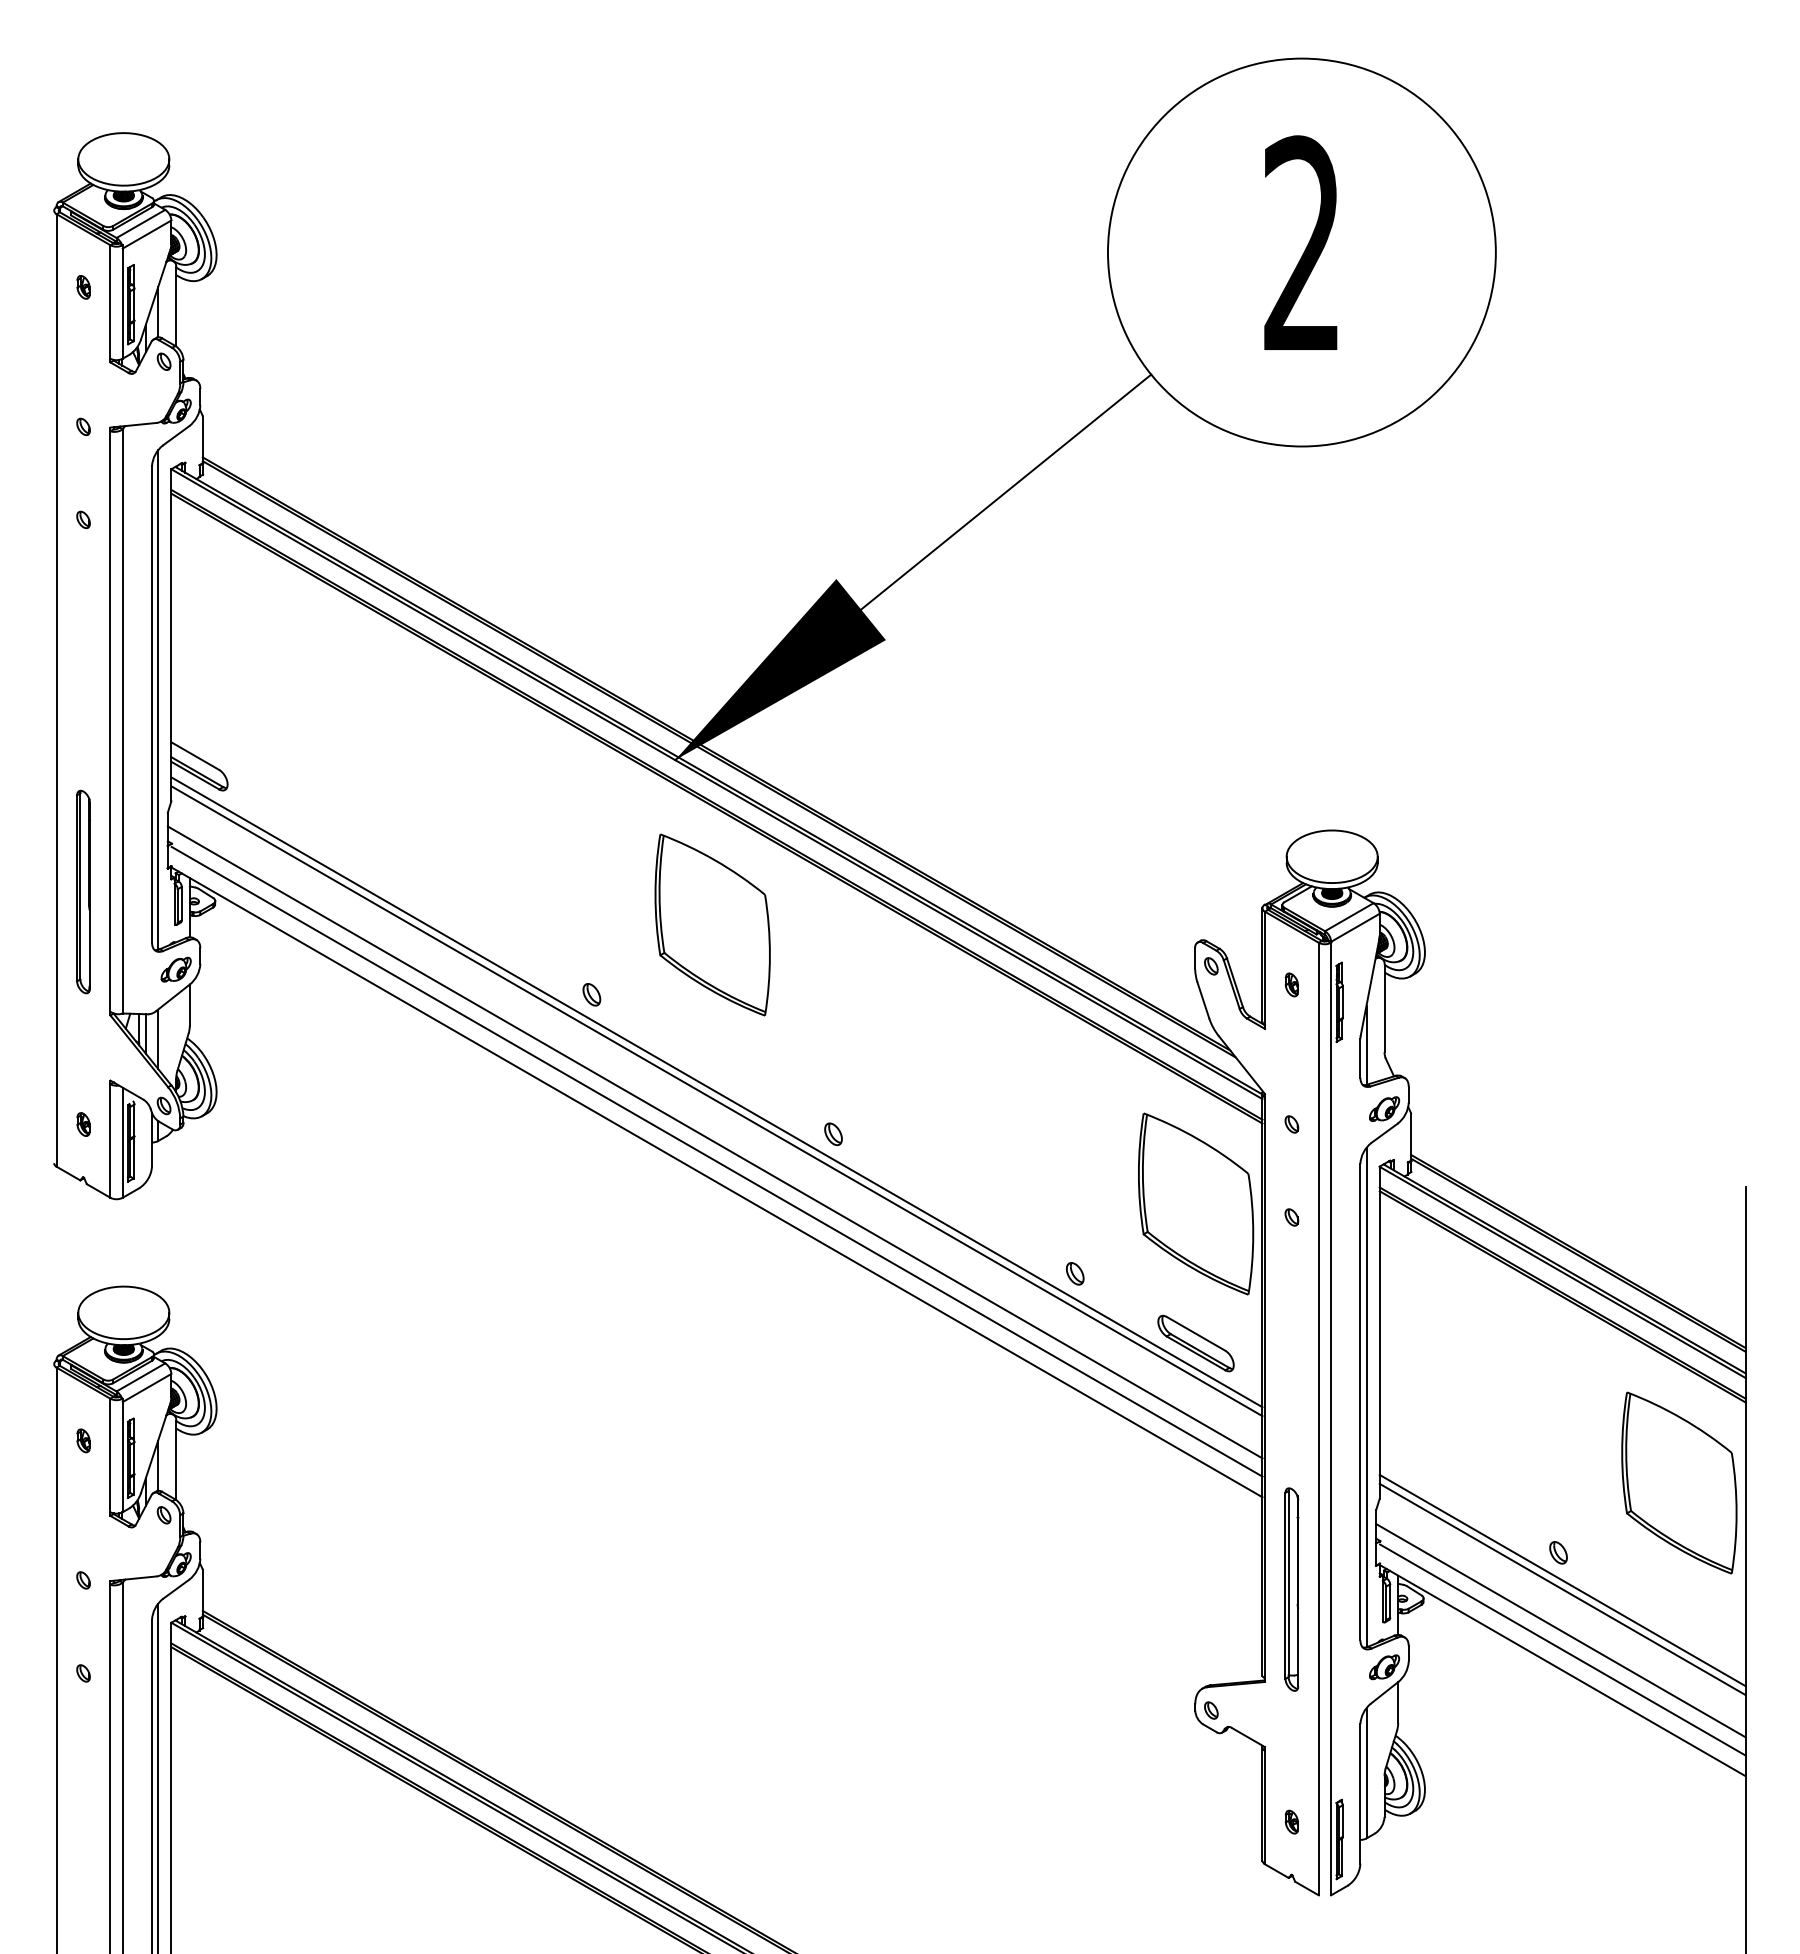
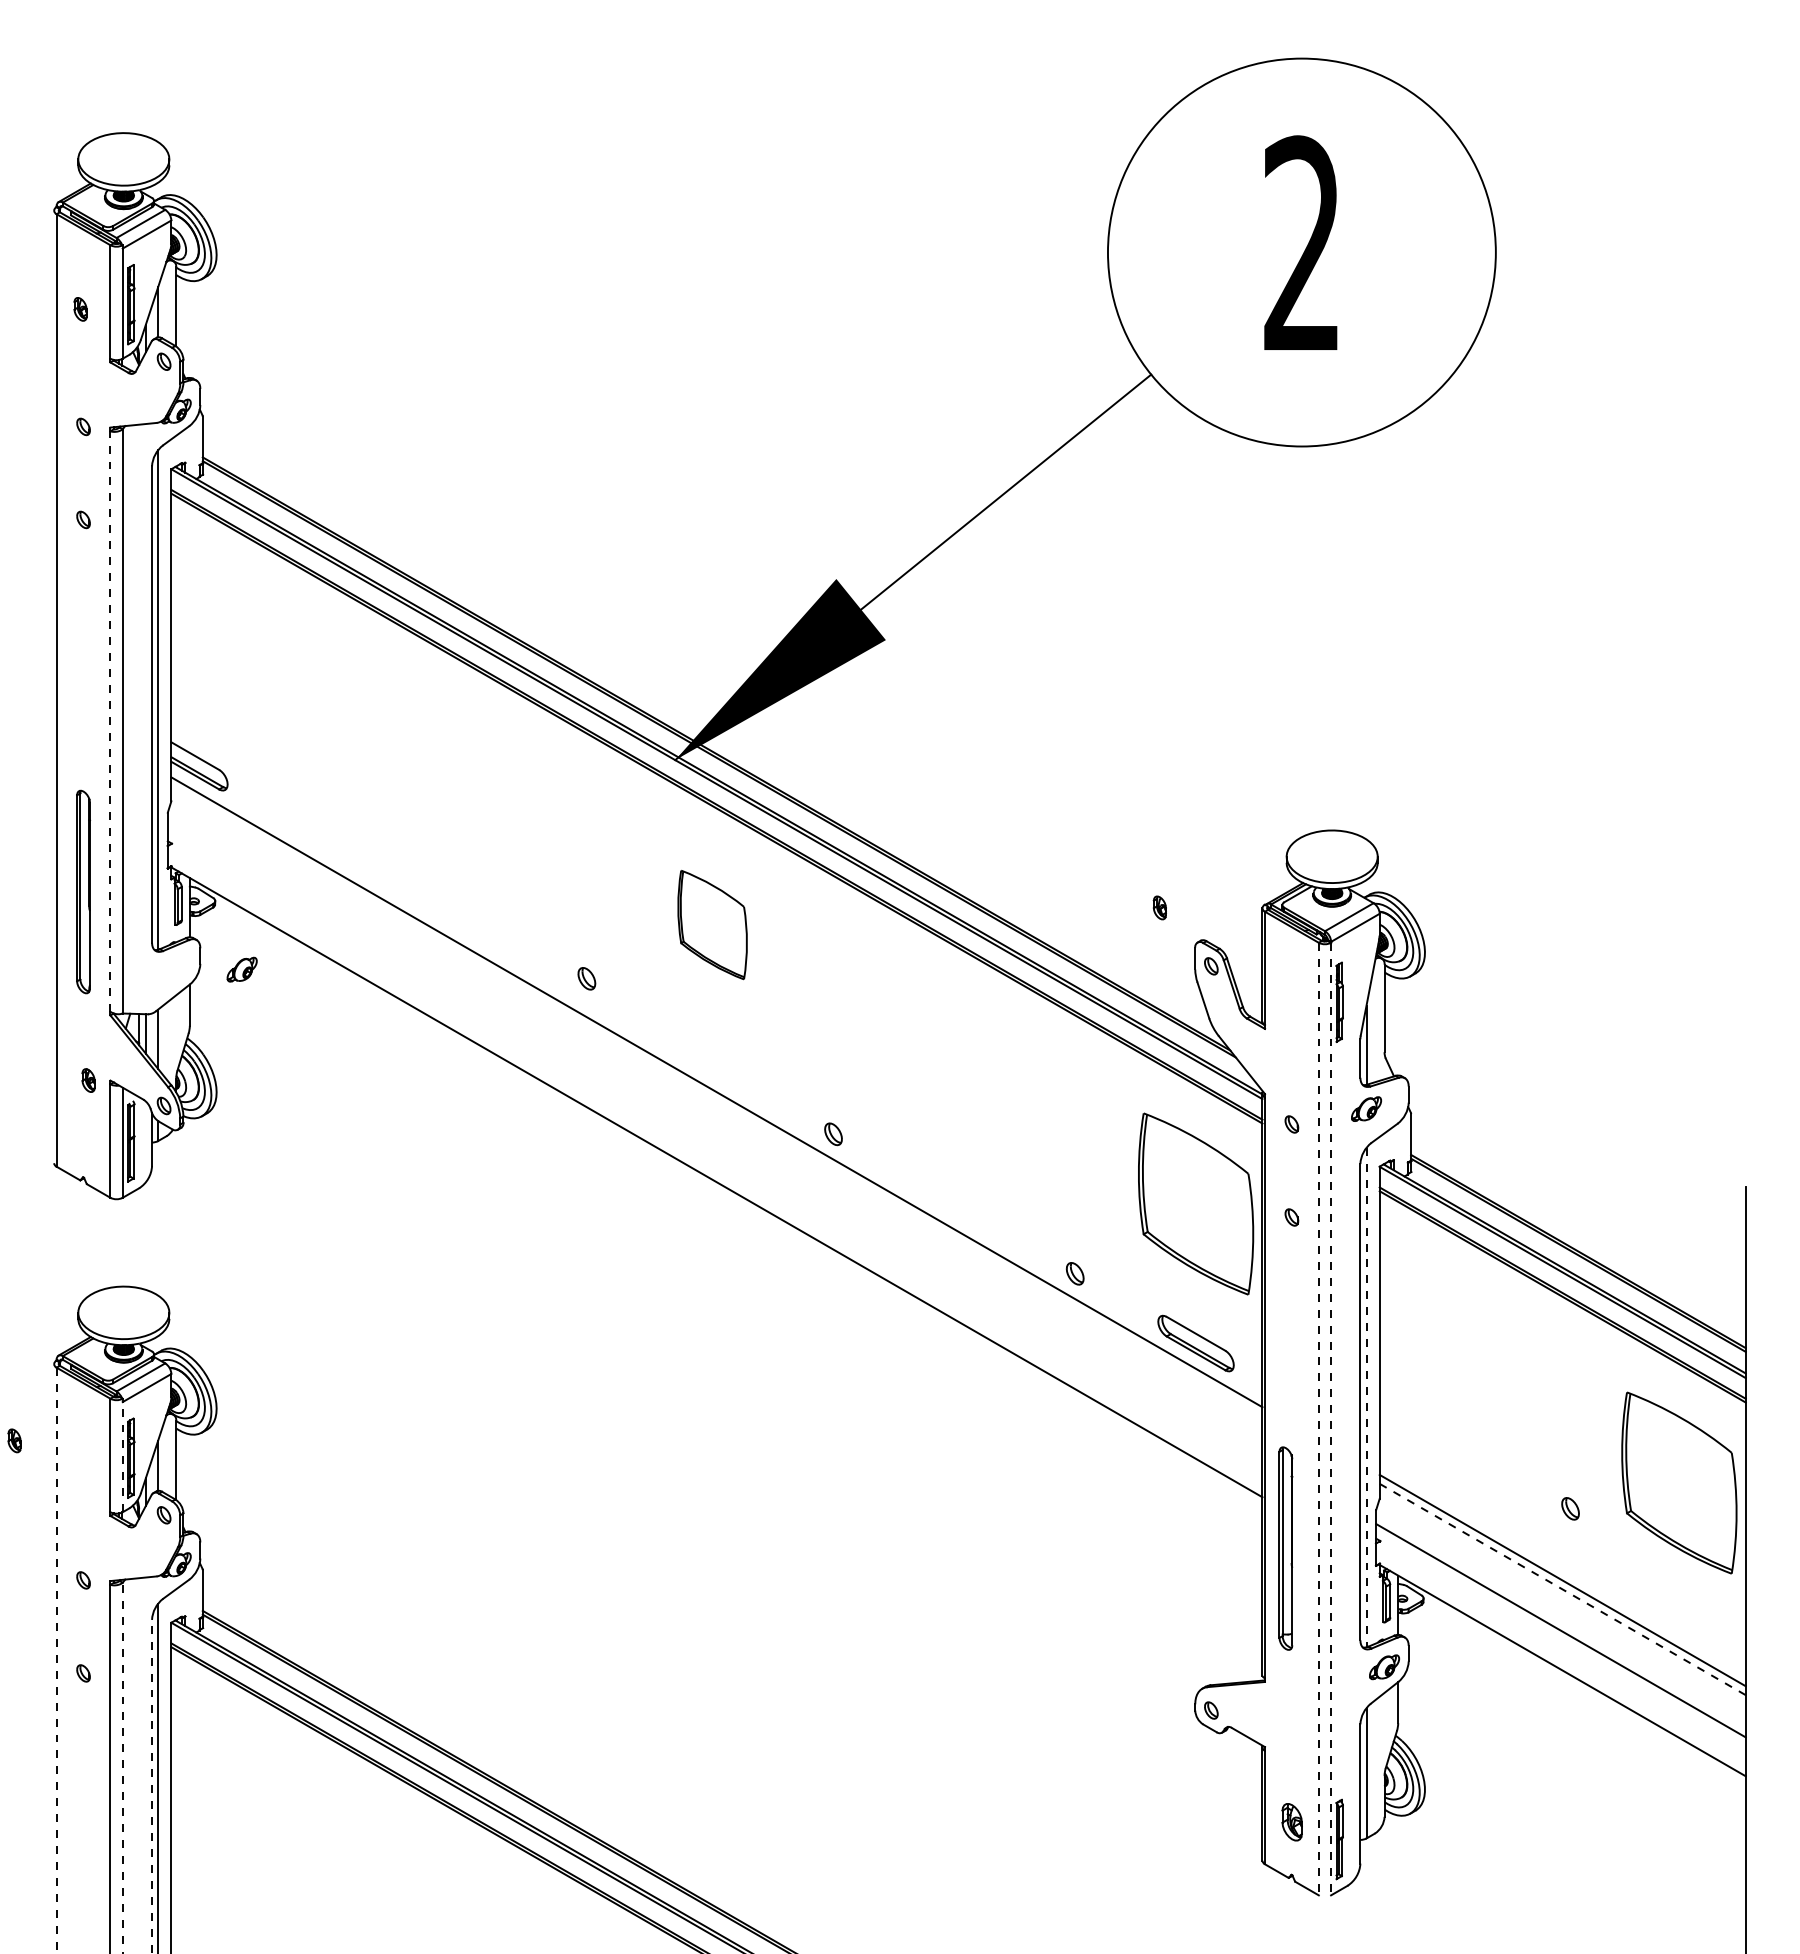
part at (83, 287) position: (83, 287) -> (80, 309)
line at (110, 721): solid -> dashed
part at (712, 924) size: 117x184 px -> 71x111 px
part at (175, 969) position: (175, 969) -> (241, 969)
part at (1291, 984) position: (1291, 984) -> (1159, 907)
part at (591, 994) position: (591, 994) -> (586, 978)
line at (716, 1101): present -> none
part at (1384, 1108) position: (1384, 1108) -> (1366, 1108)
part at (83, 1124) position: (83, 1124) -> (88, 1080)
line at (714, 1142): present -> none
line at (716, 1161): present -> none
line at (1366, 1397): solid -> dashed
line at (1318, 1419): solid -> dashed
line at (1331, 1419): solid -> dashed
part at (83, 1440) position: (83, 1440) -> (14, 1440)
line at (122, 1456): solid -> dashed
part at (1558, 1552) position: (1558, 1552) -> (1570, 1508)
part at (1291, 1589) position: (1291, 1589) -> (1285, 1548)
line at (1563, 1589): solid -> dashed
line at (1562, 1649): present -> none
line at (56, 1660): solid -> dashed
line at (122, 1767): solid -> dashed
line at (152, 1786): solid -> dashed
part at (1291, 1821) size: 15x26 px -> 22x39 px
